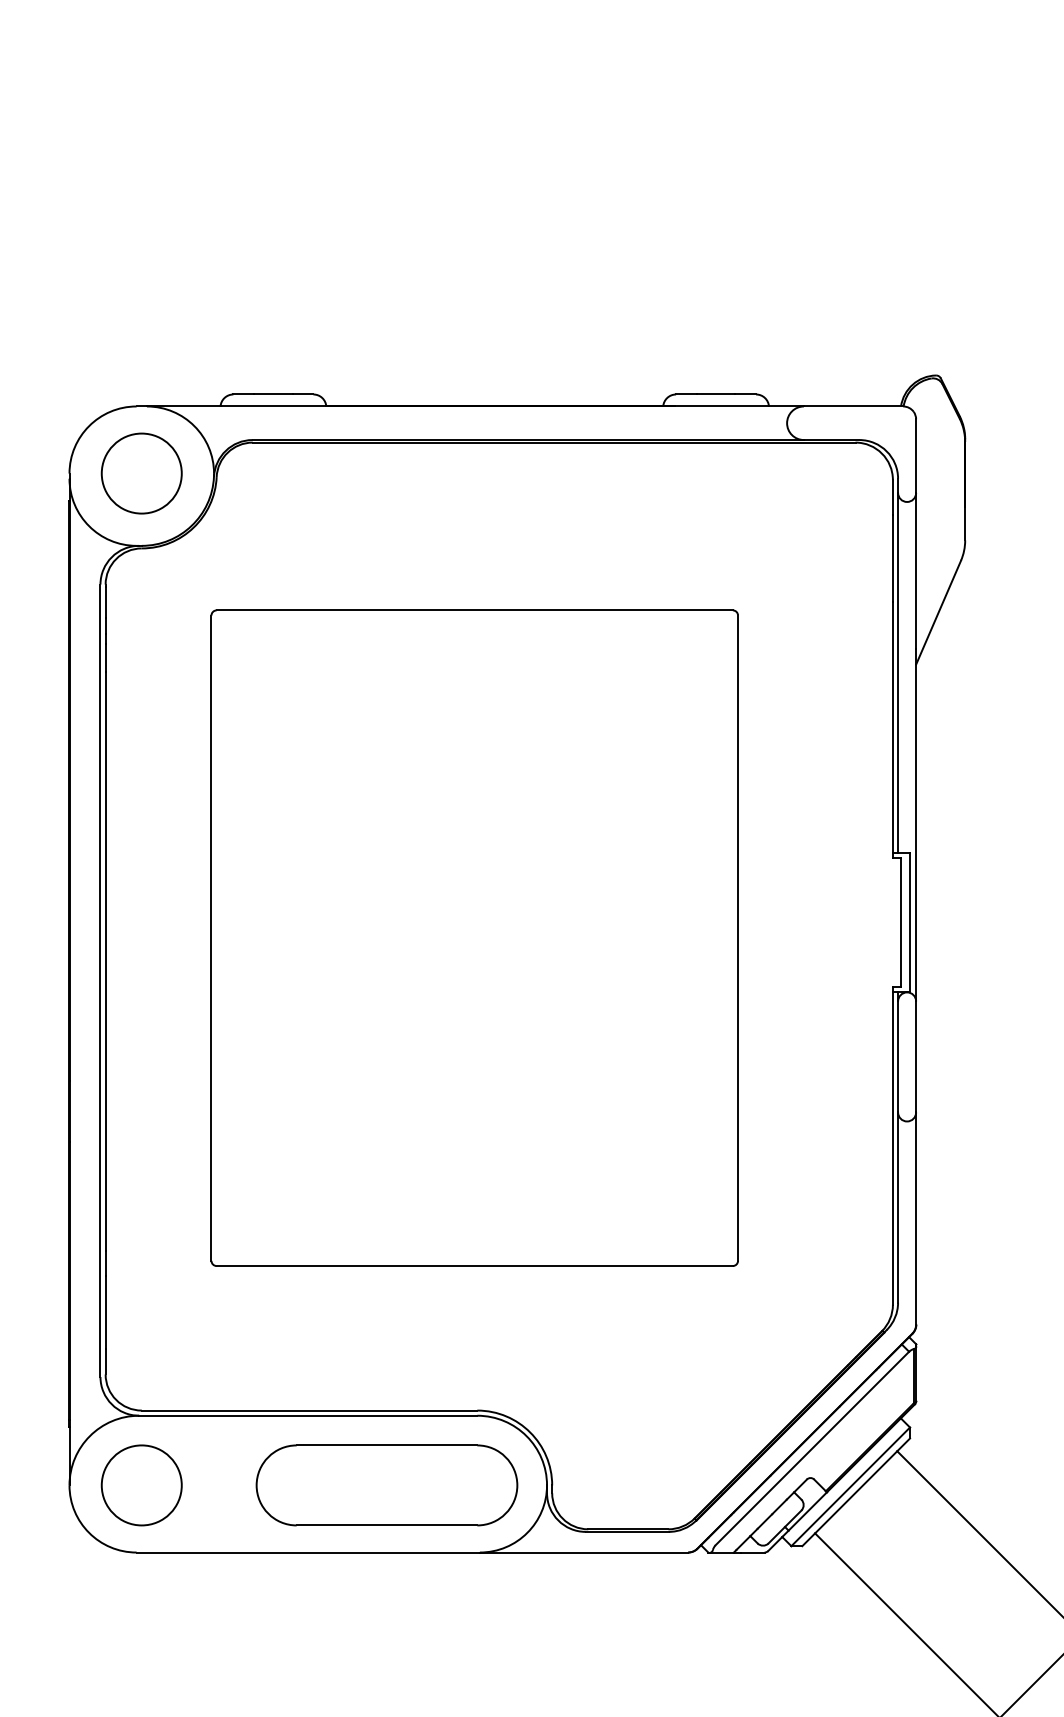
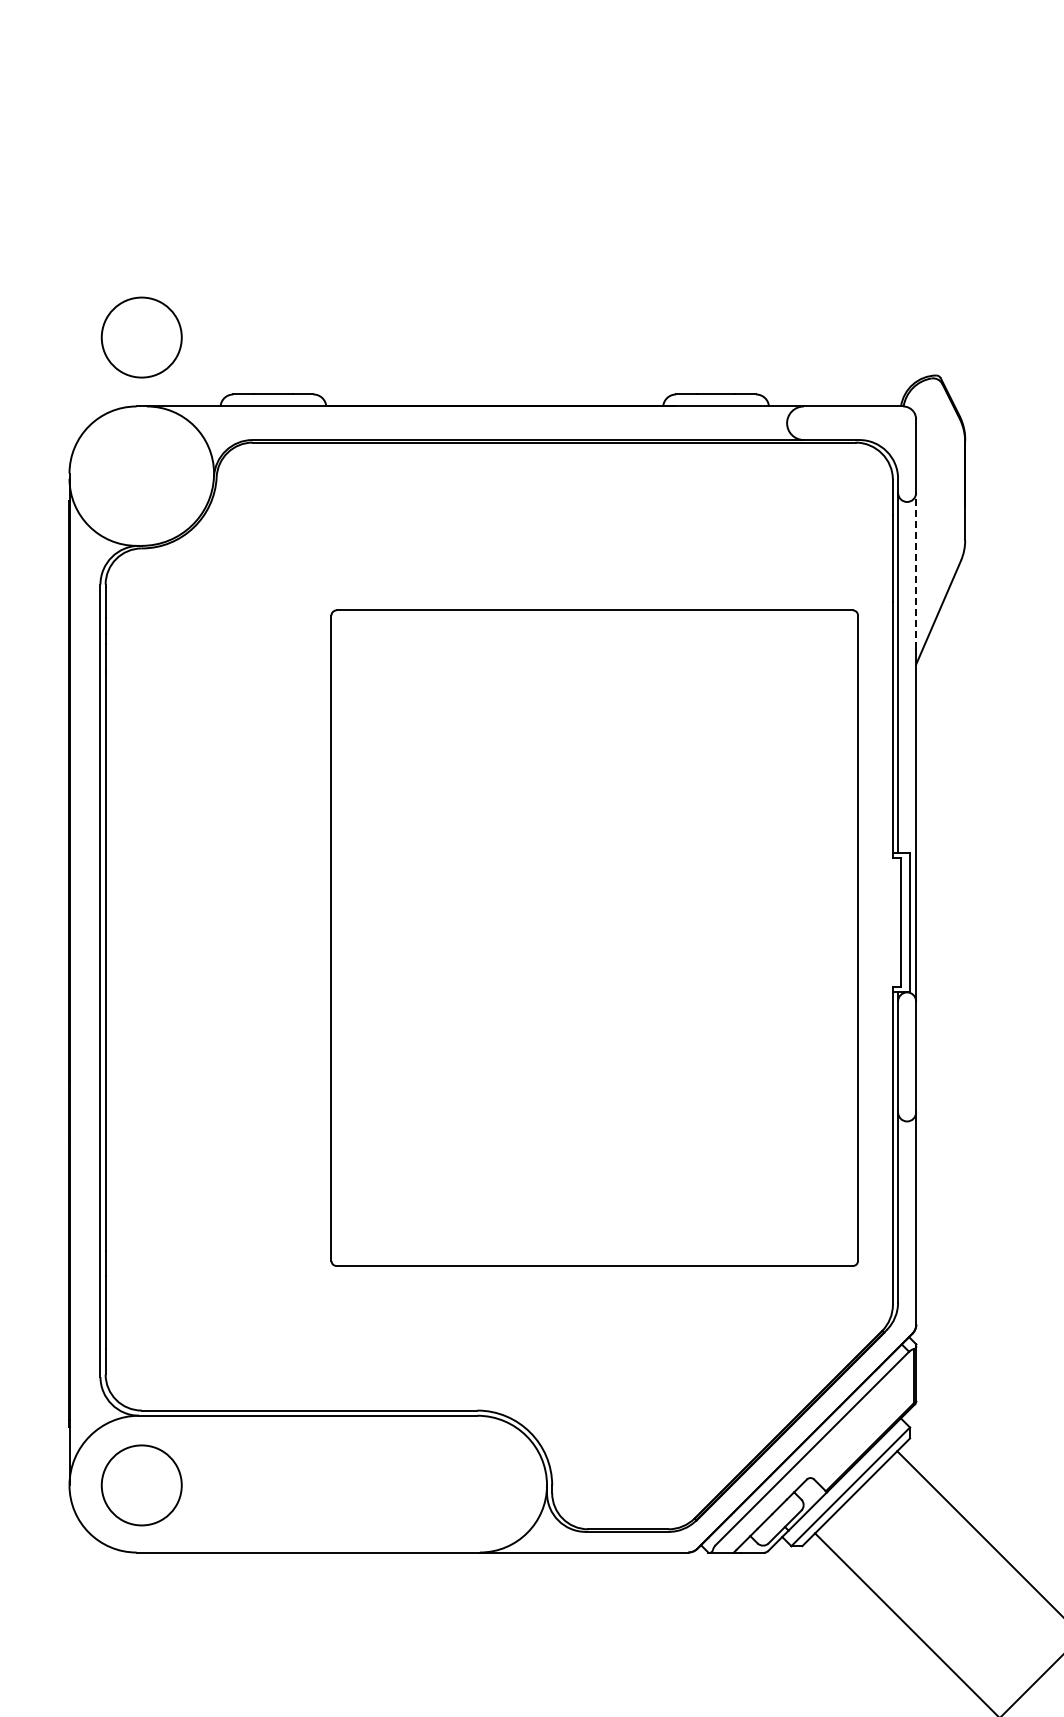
circle at (141, 473) position: (141, 473) -> (141, 337)
line at (916, 570): solid -> dashed
part at (474, 937) position: (474, 937) -> (594, 937)
part at (386, 1485): present -> none
